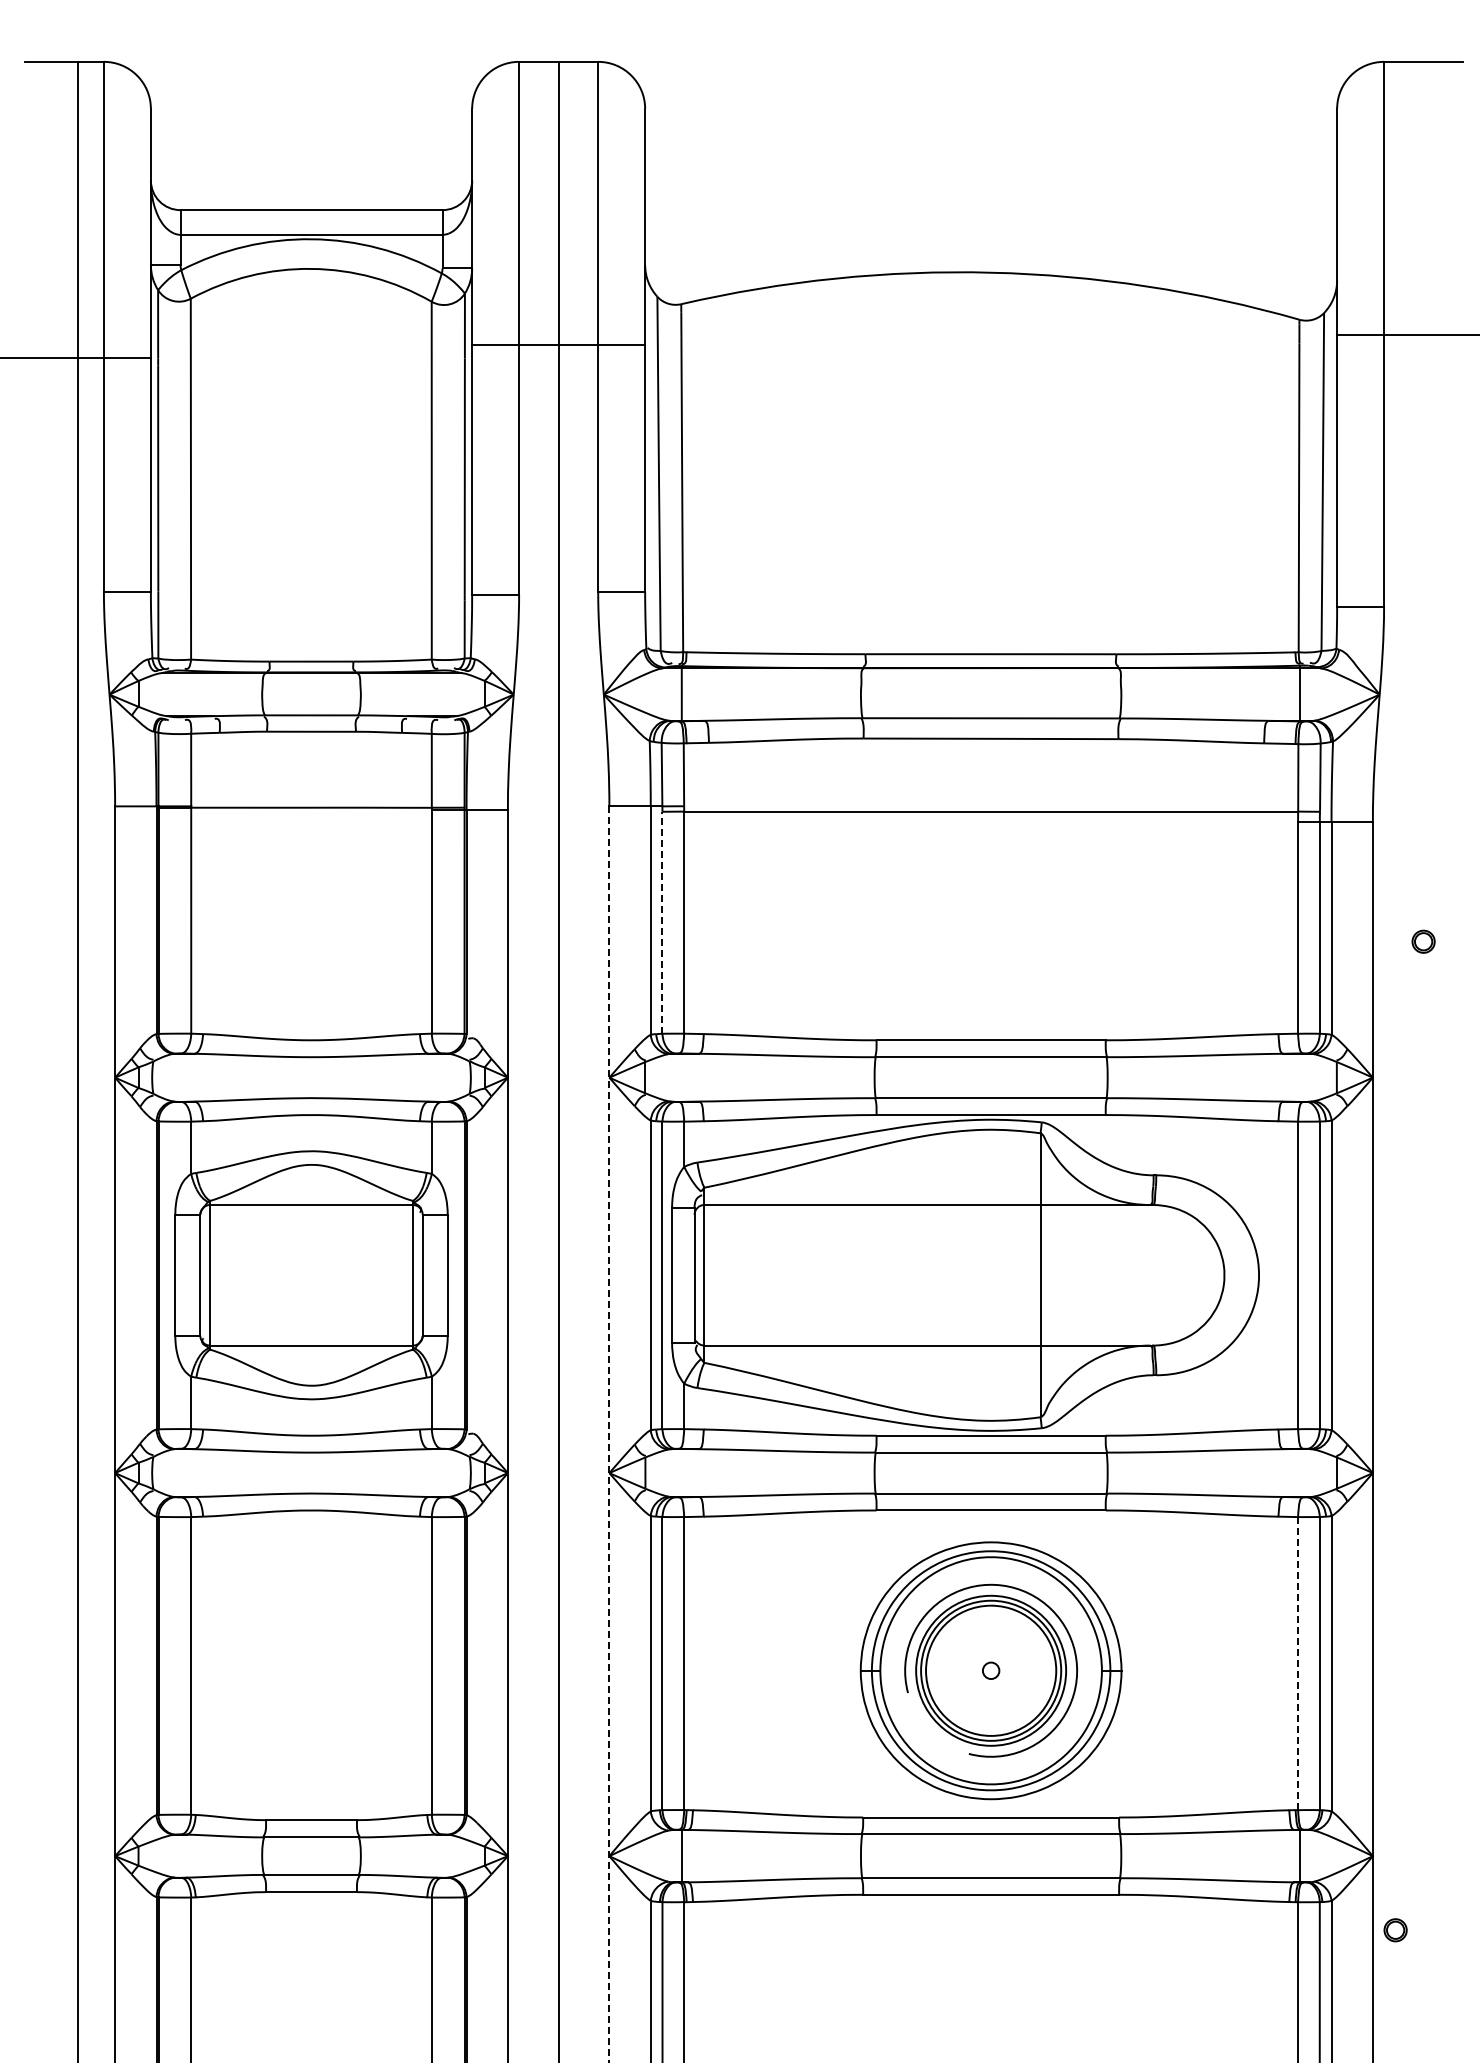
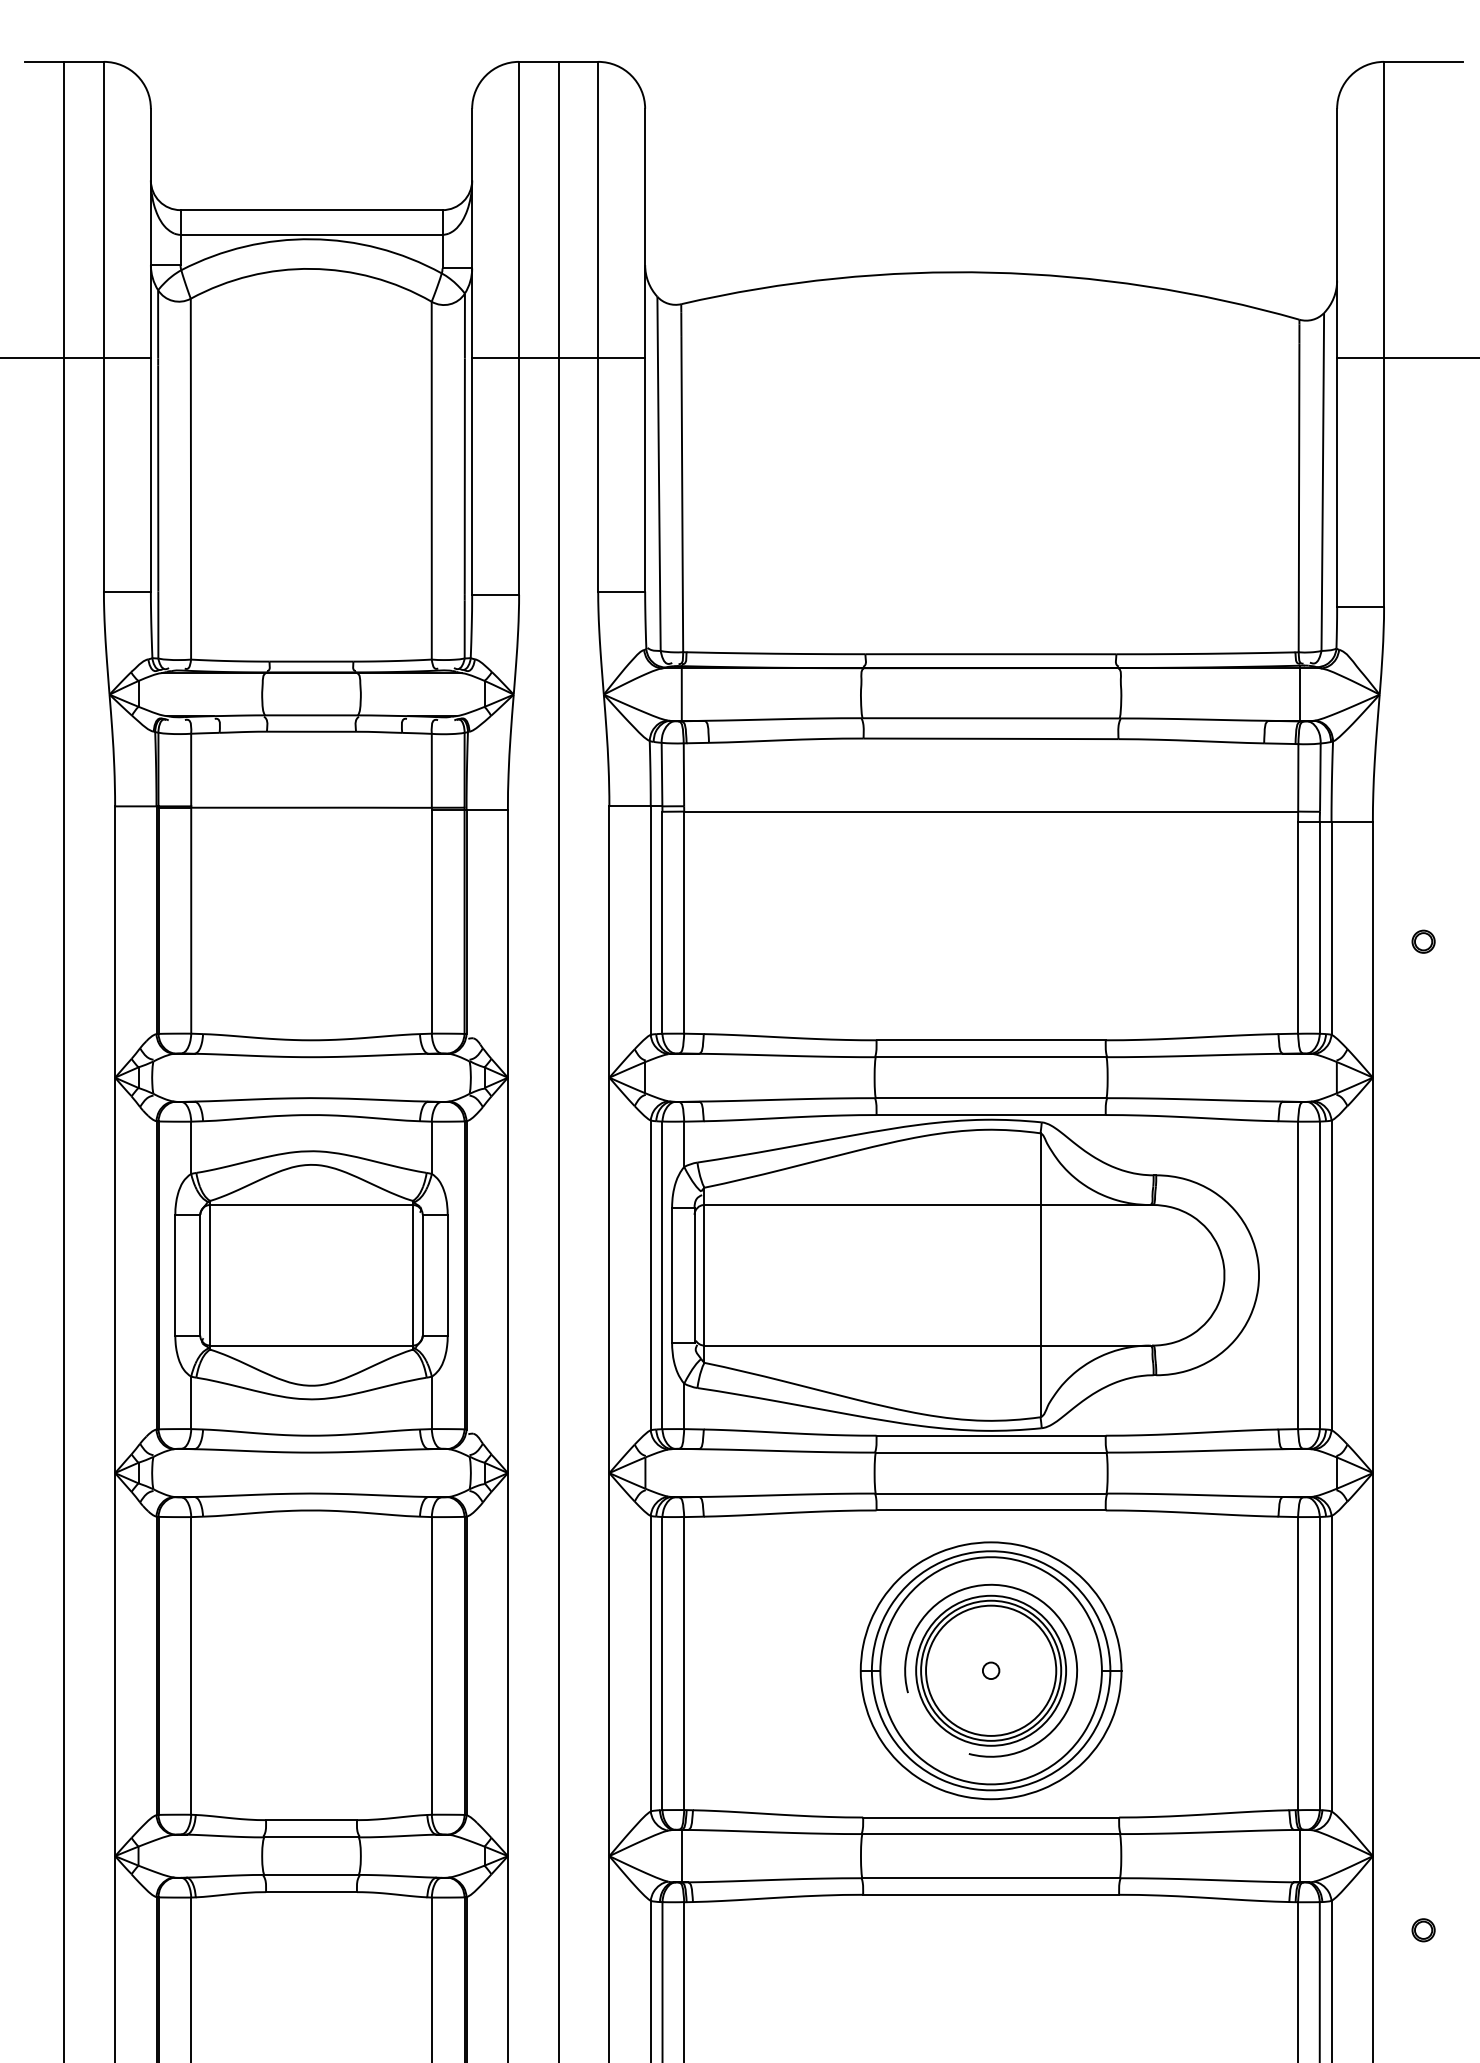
line at (1406, 335) position: (1406, 335) -> (1406, 358)
line at (558, 345) position: (558, 345) -> (558, 358)
line at (662, 922): dashed -> solid
line at (78, 1060) position: (78, 1060) -> (64, 1060)
line at (609, 1434): dashed -> solid
line at (1298, 1663): dashed -> solid
part at (1395, 1930) position: (1395, 1930) -> (1423, 1930)
